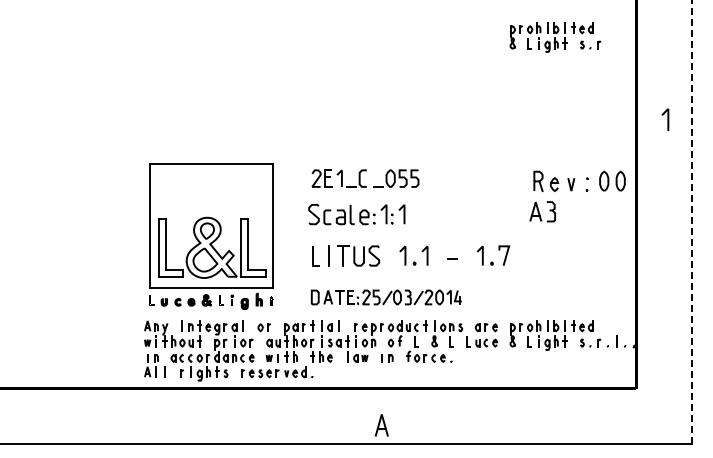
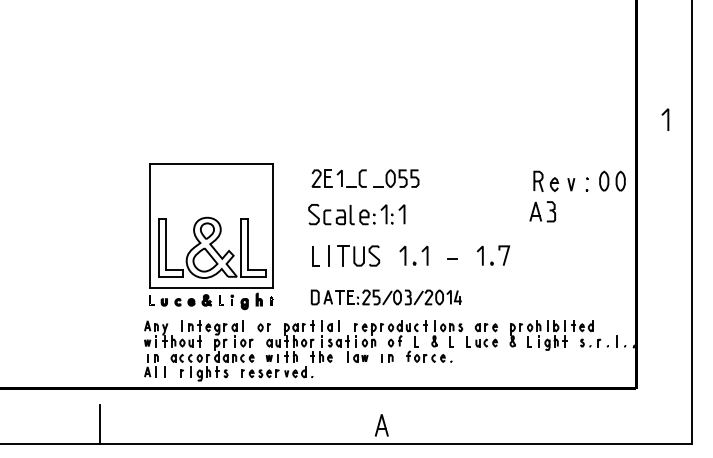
part at (555, 37): present -> none
line at (691, 222): dashed -> solid
line at (100, 424): none -> present
